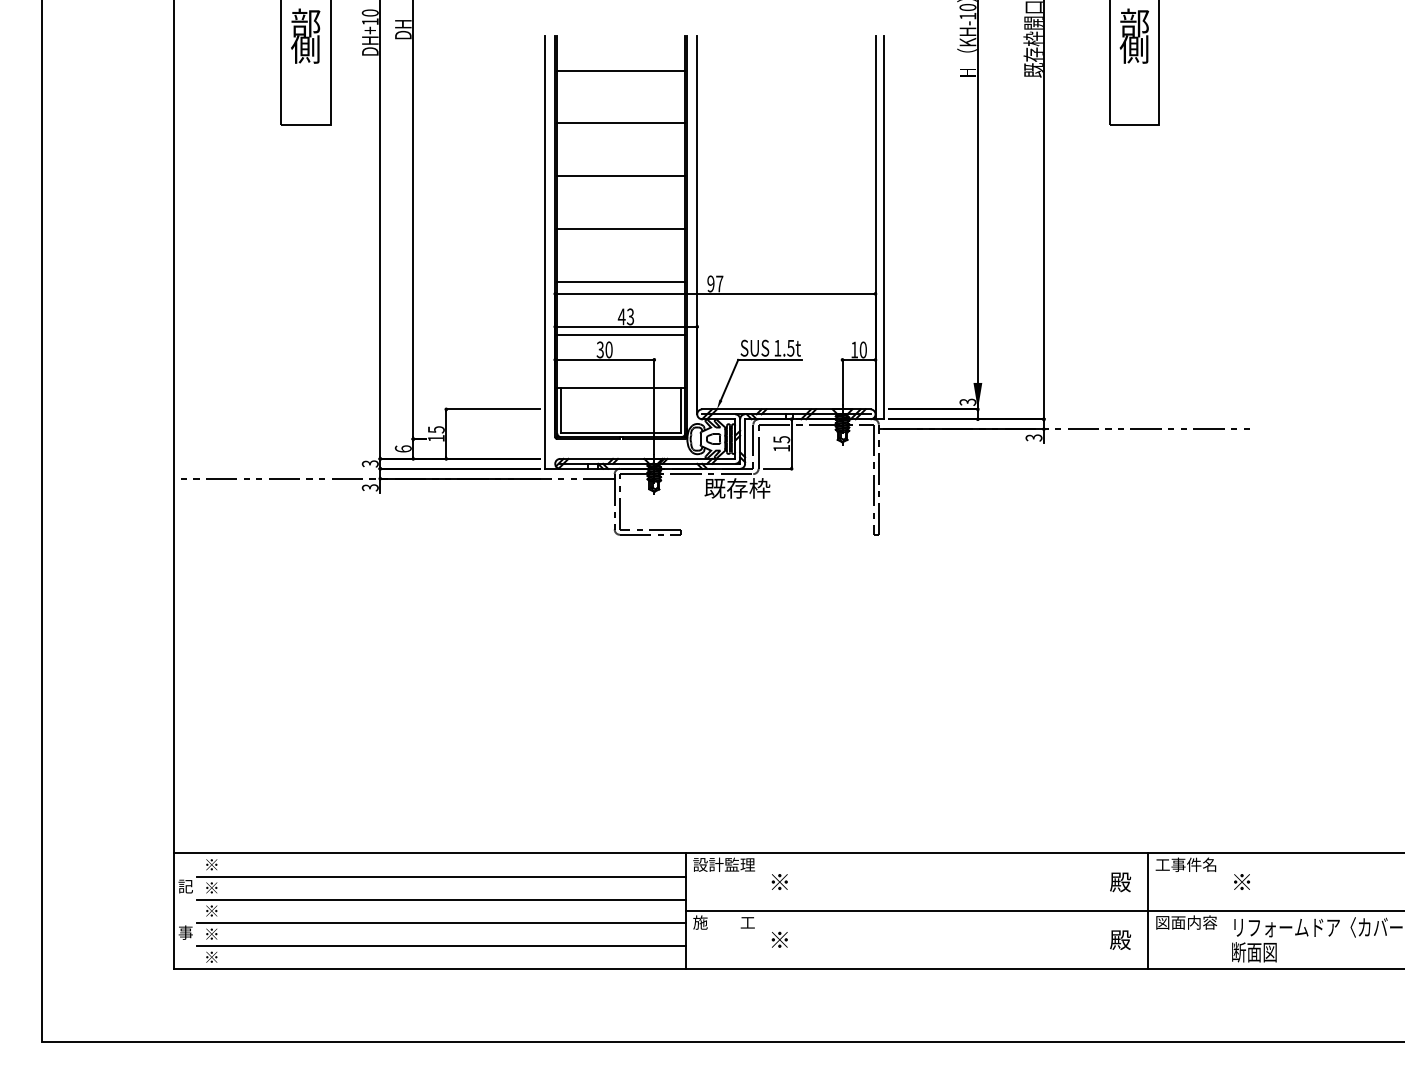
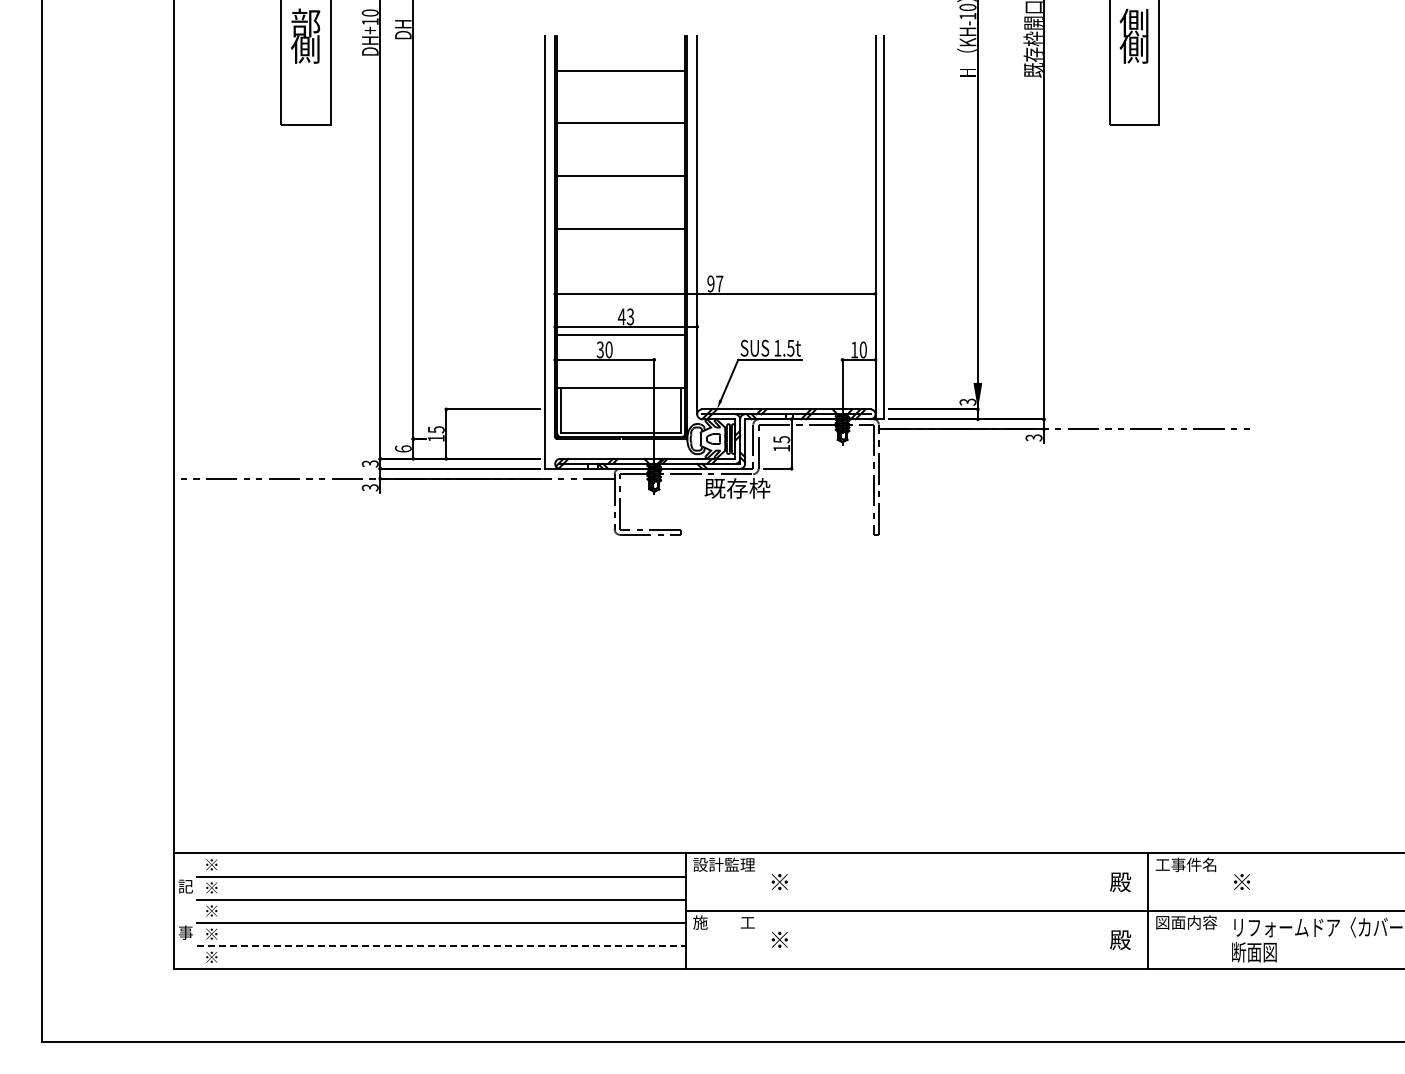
text at (1134, 22): 部 -> 側
line at (621, 281): present -> none
line at (442, 945): solid -> dashed
